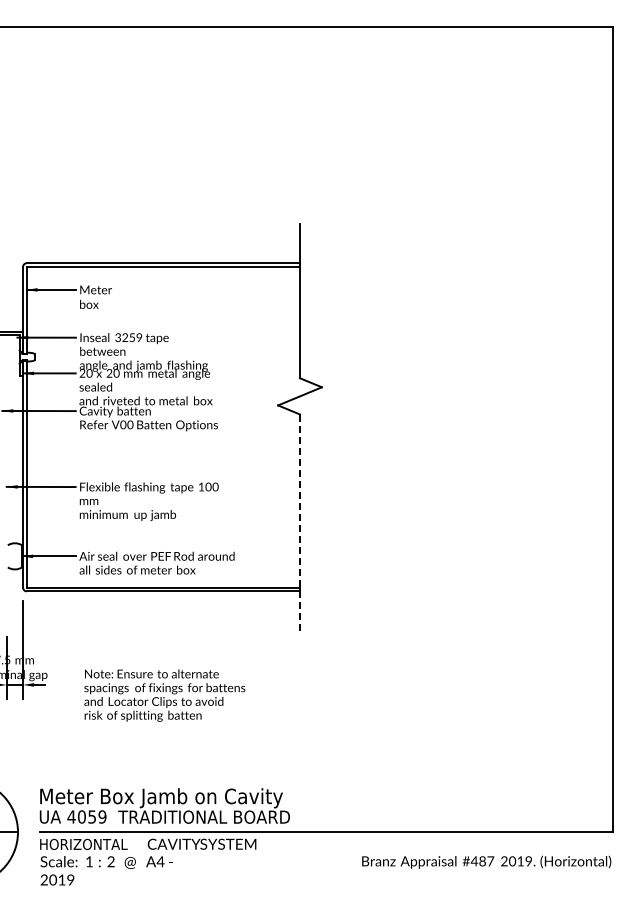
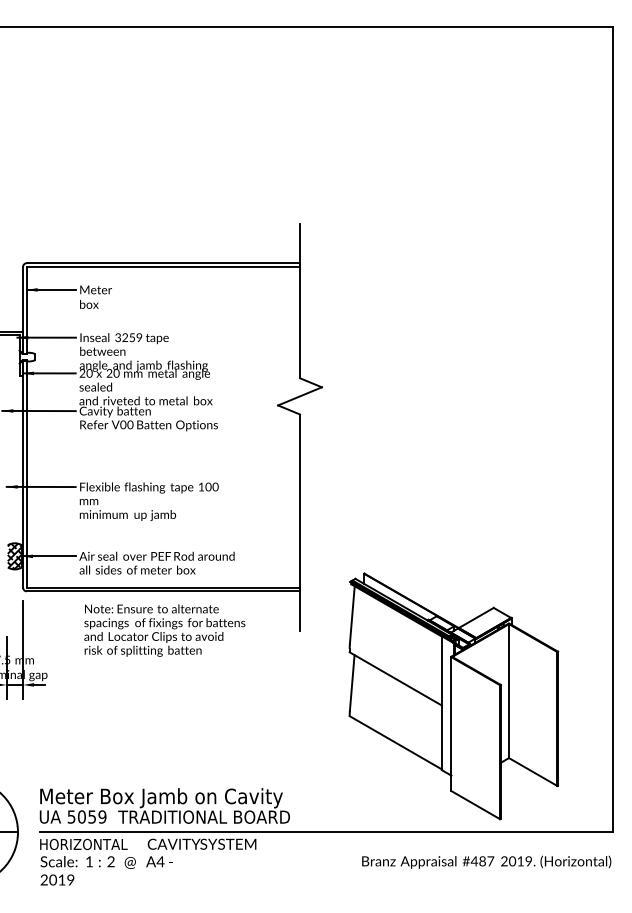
line at (300, 523): dashed -> solid
hatch at (14, 556): none -> present
text at (164, 695) position: (164, 695) -> (164, 630)
part at (453, 696): none -> present
text at (71, 816): 4059 -> 5059
